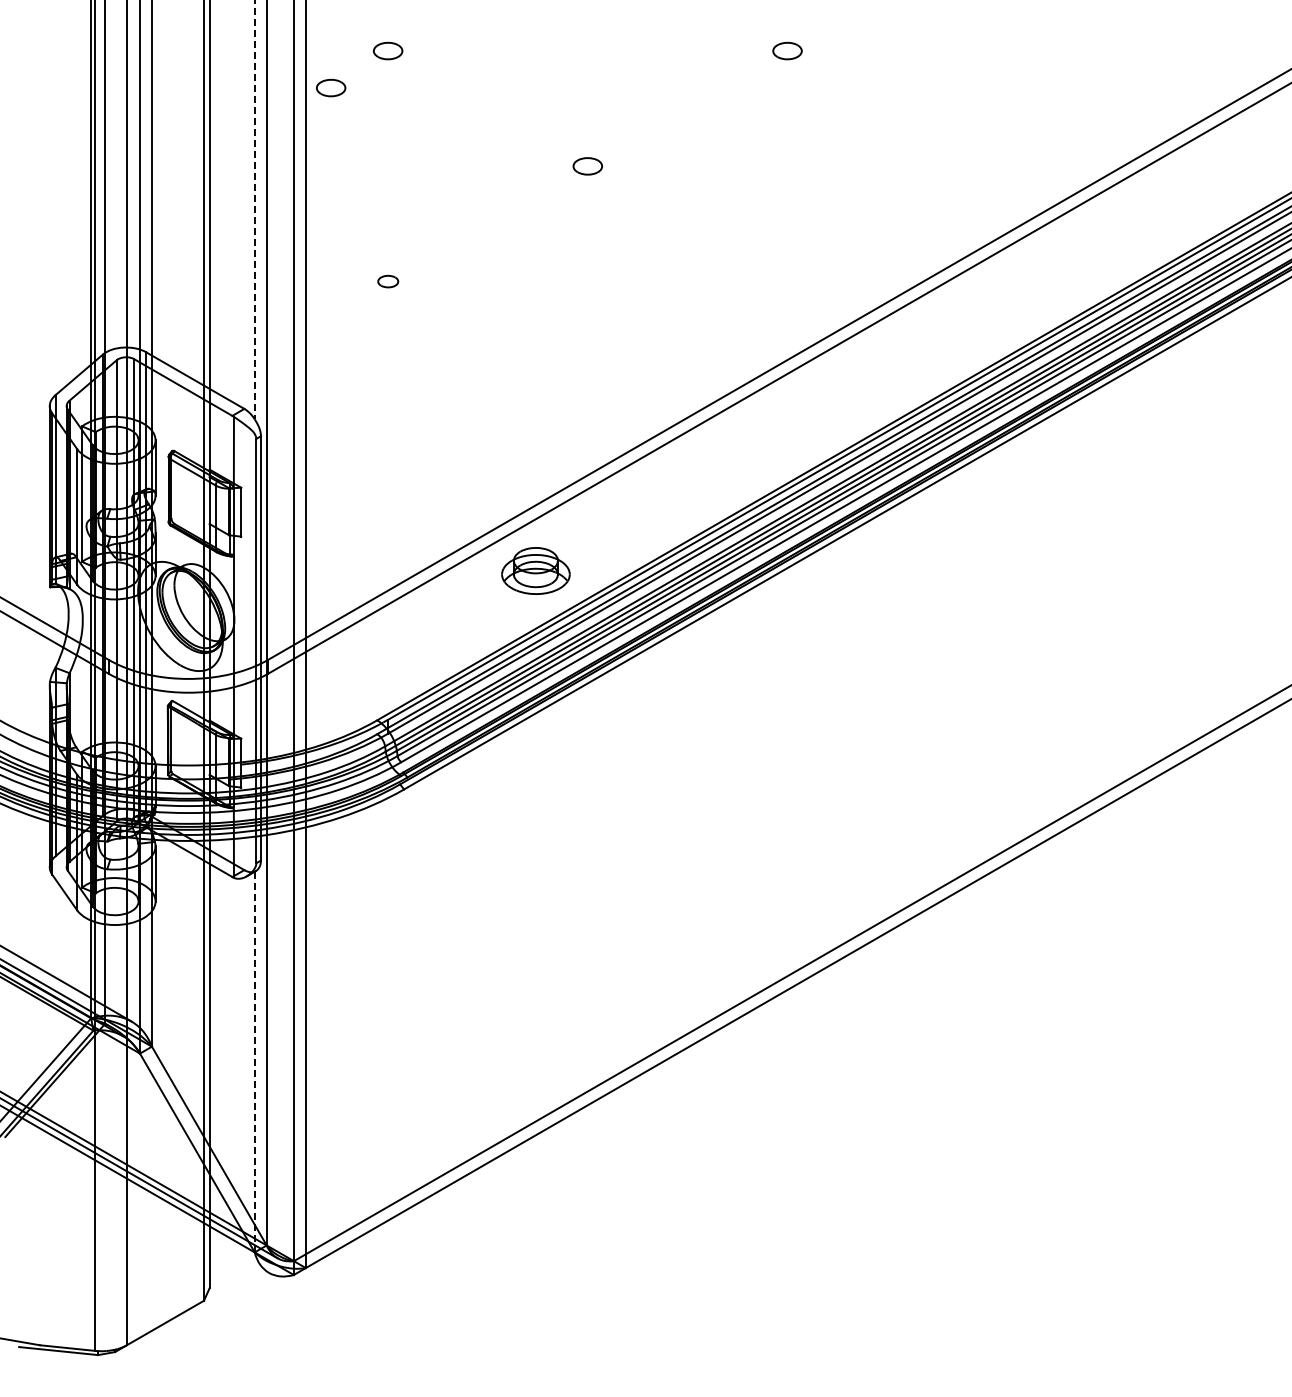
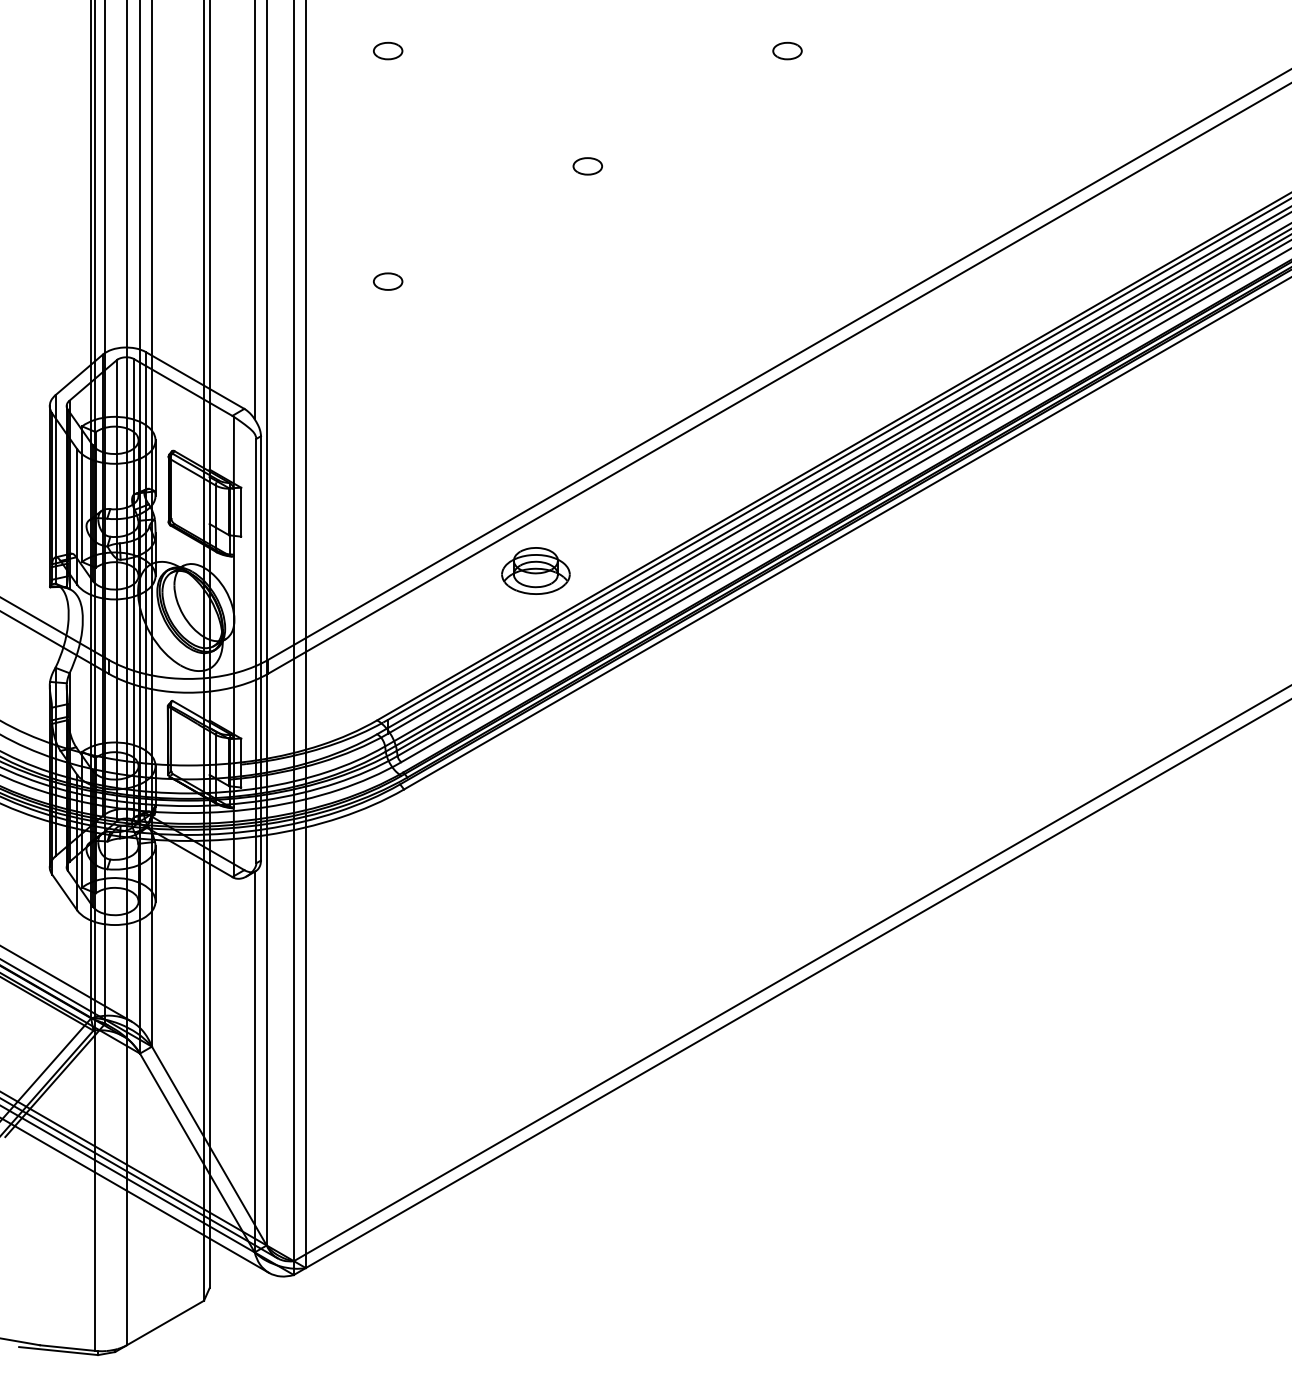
part at (331, 87): present -> none
line at (254, 210): dashed -> solid
part at (388, 281) size: 23x15 px -> 31x19 px
line at (254, 1062): dashed -> solid
line at (135, 1195): none -> present
